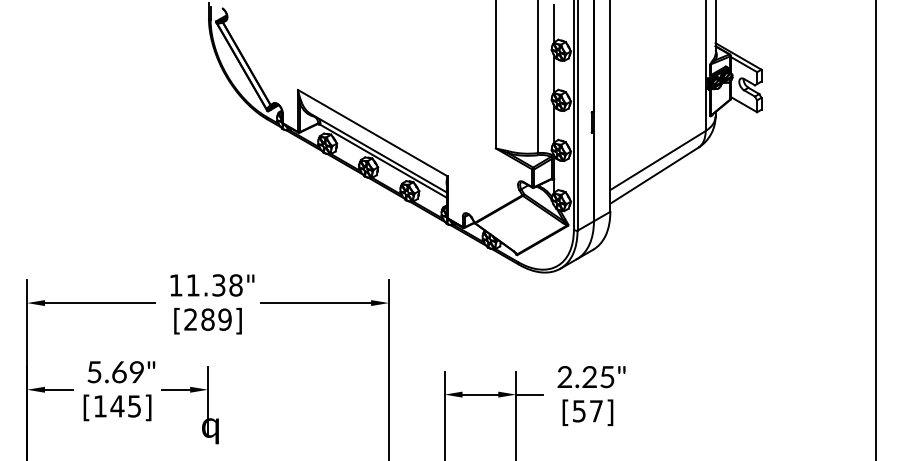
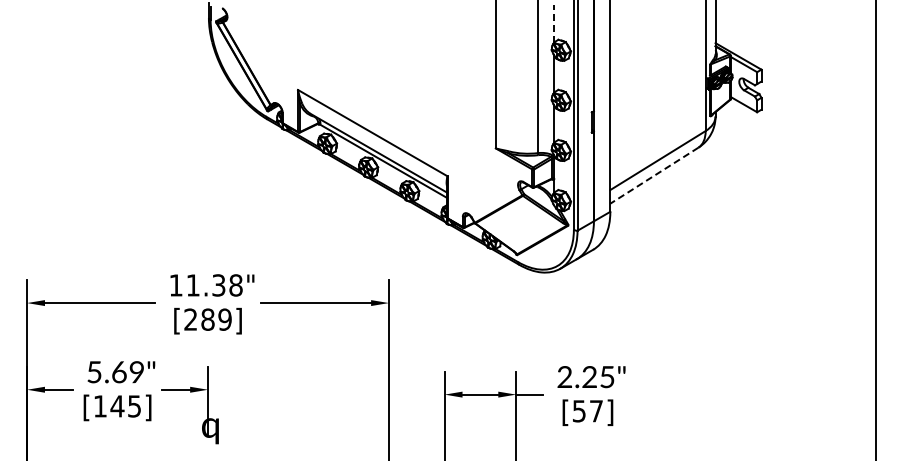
line at (553, 23): solid -> dashed
line at (653, 175): solid -> dashed
